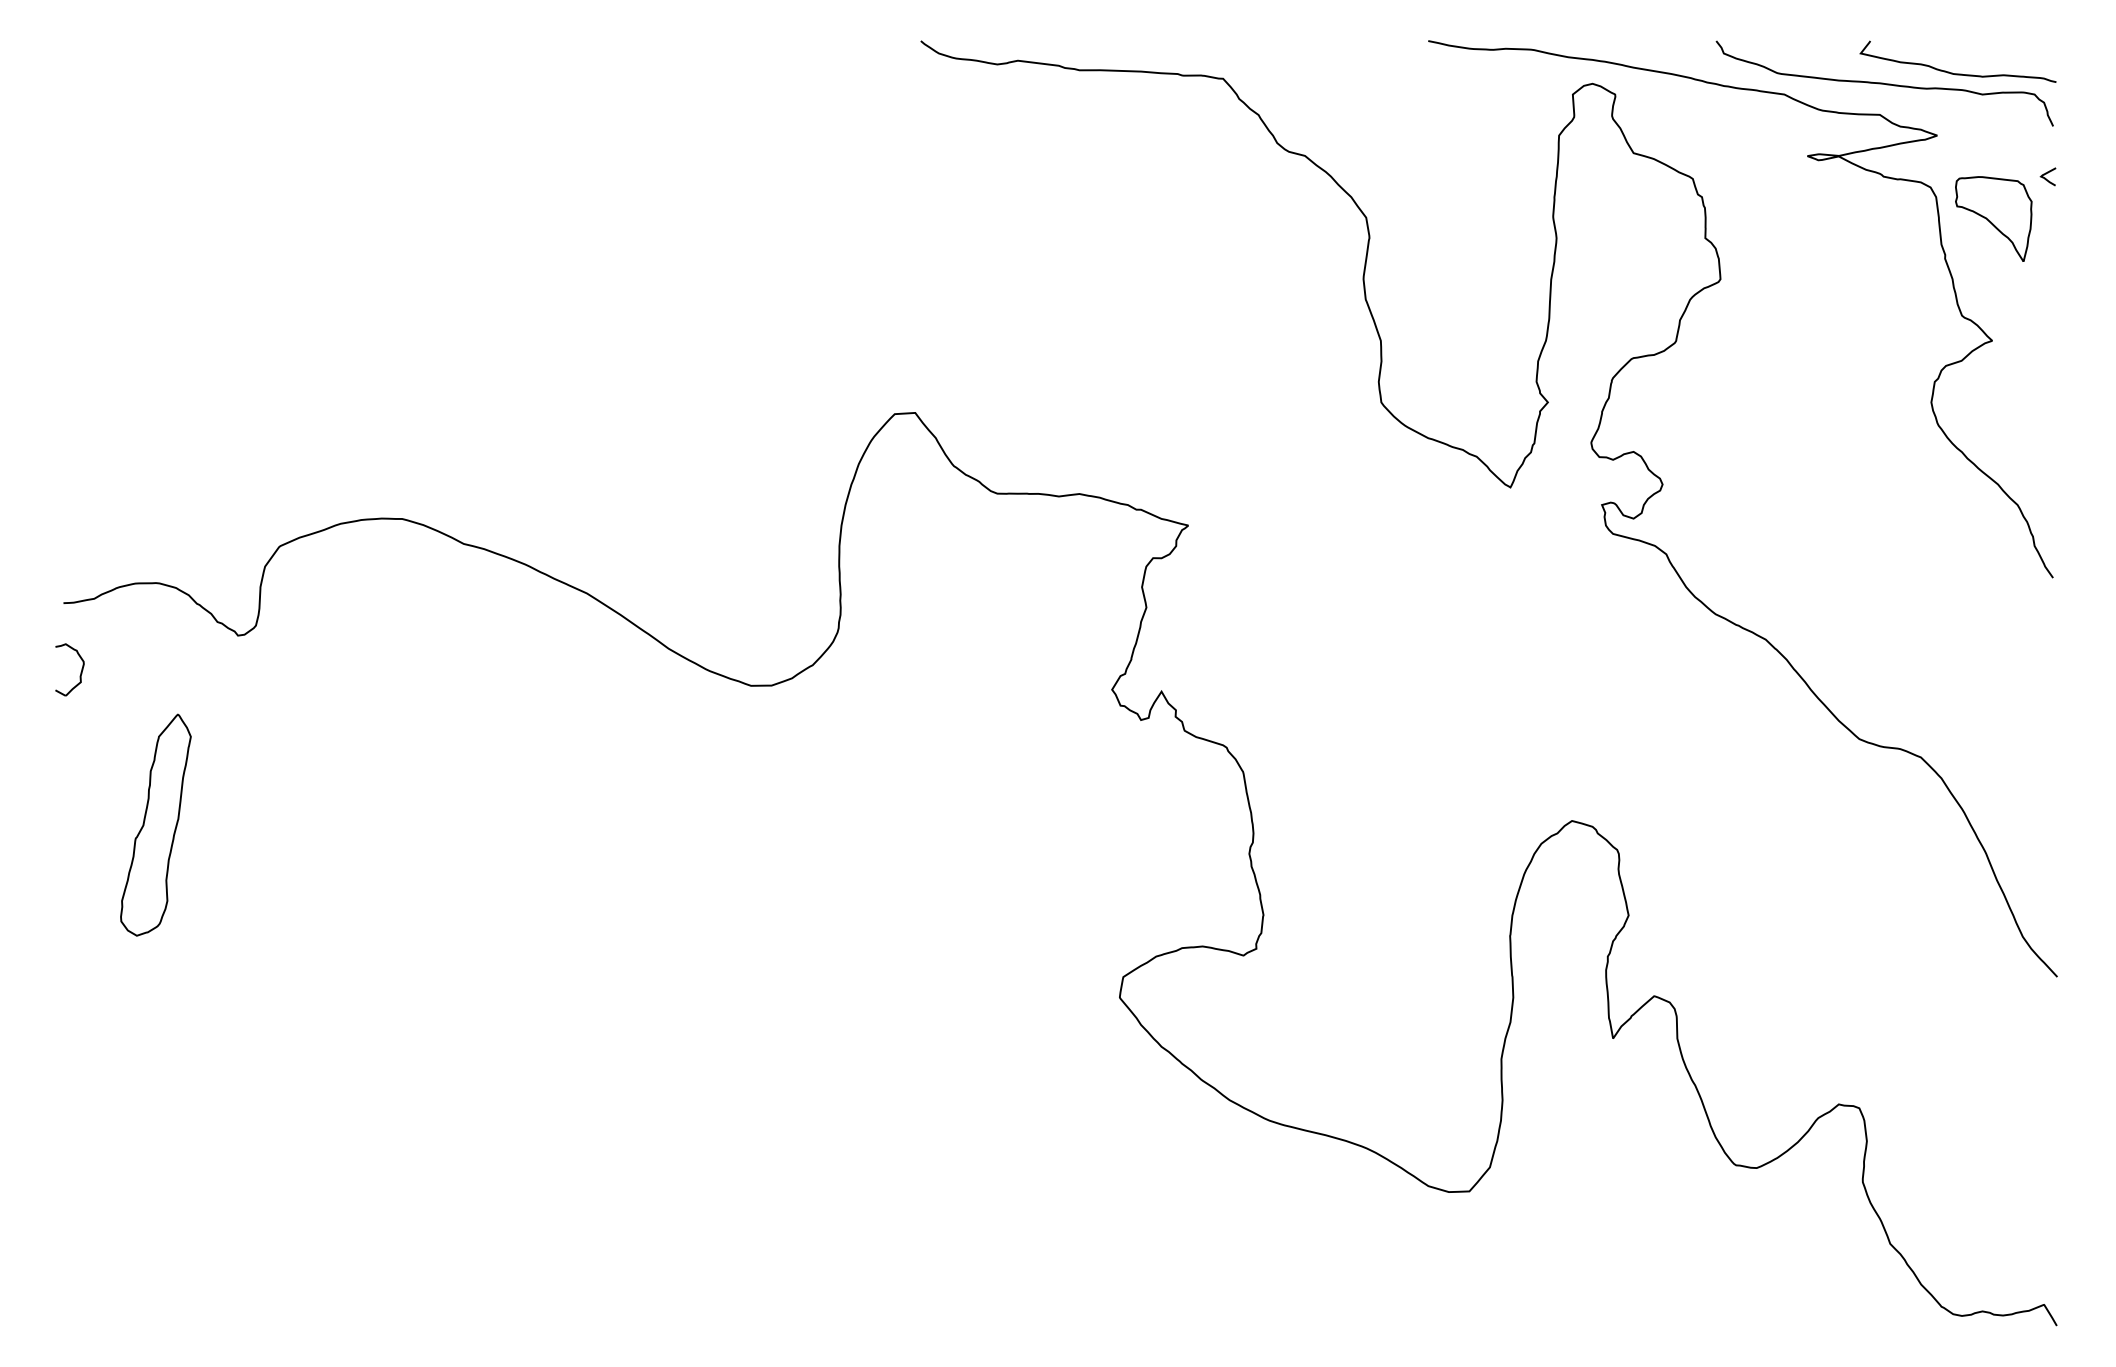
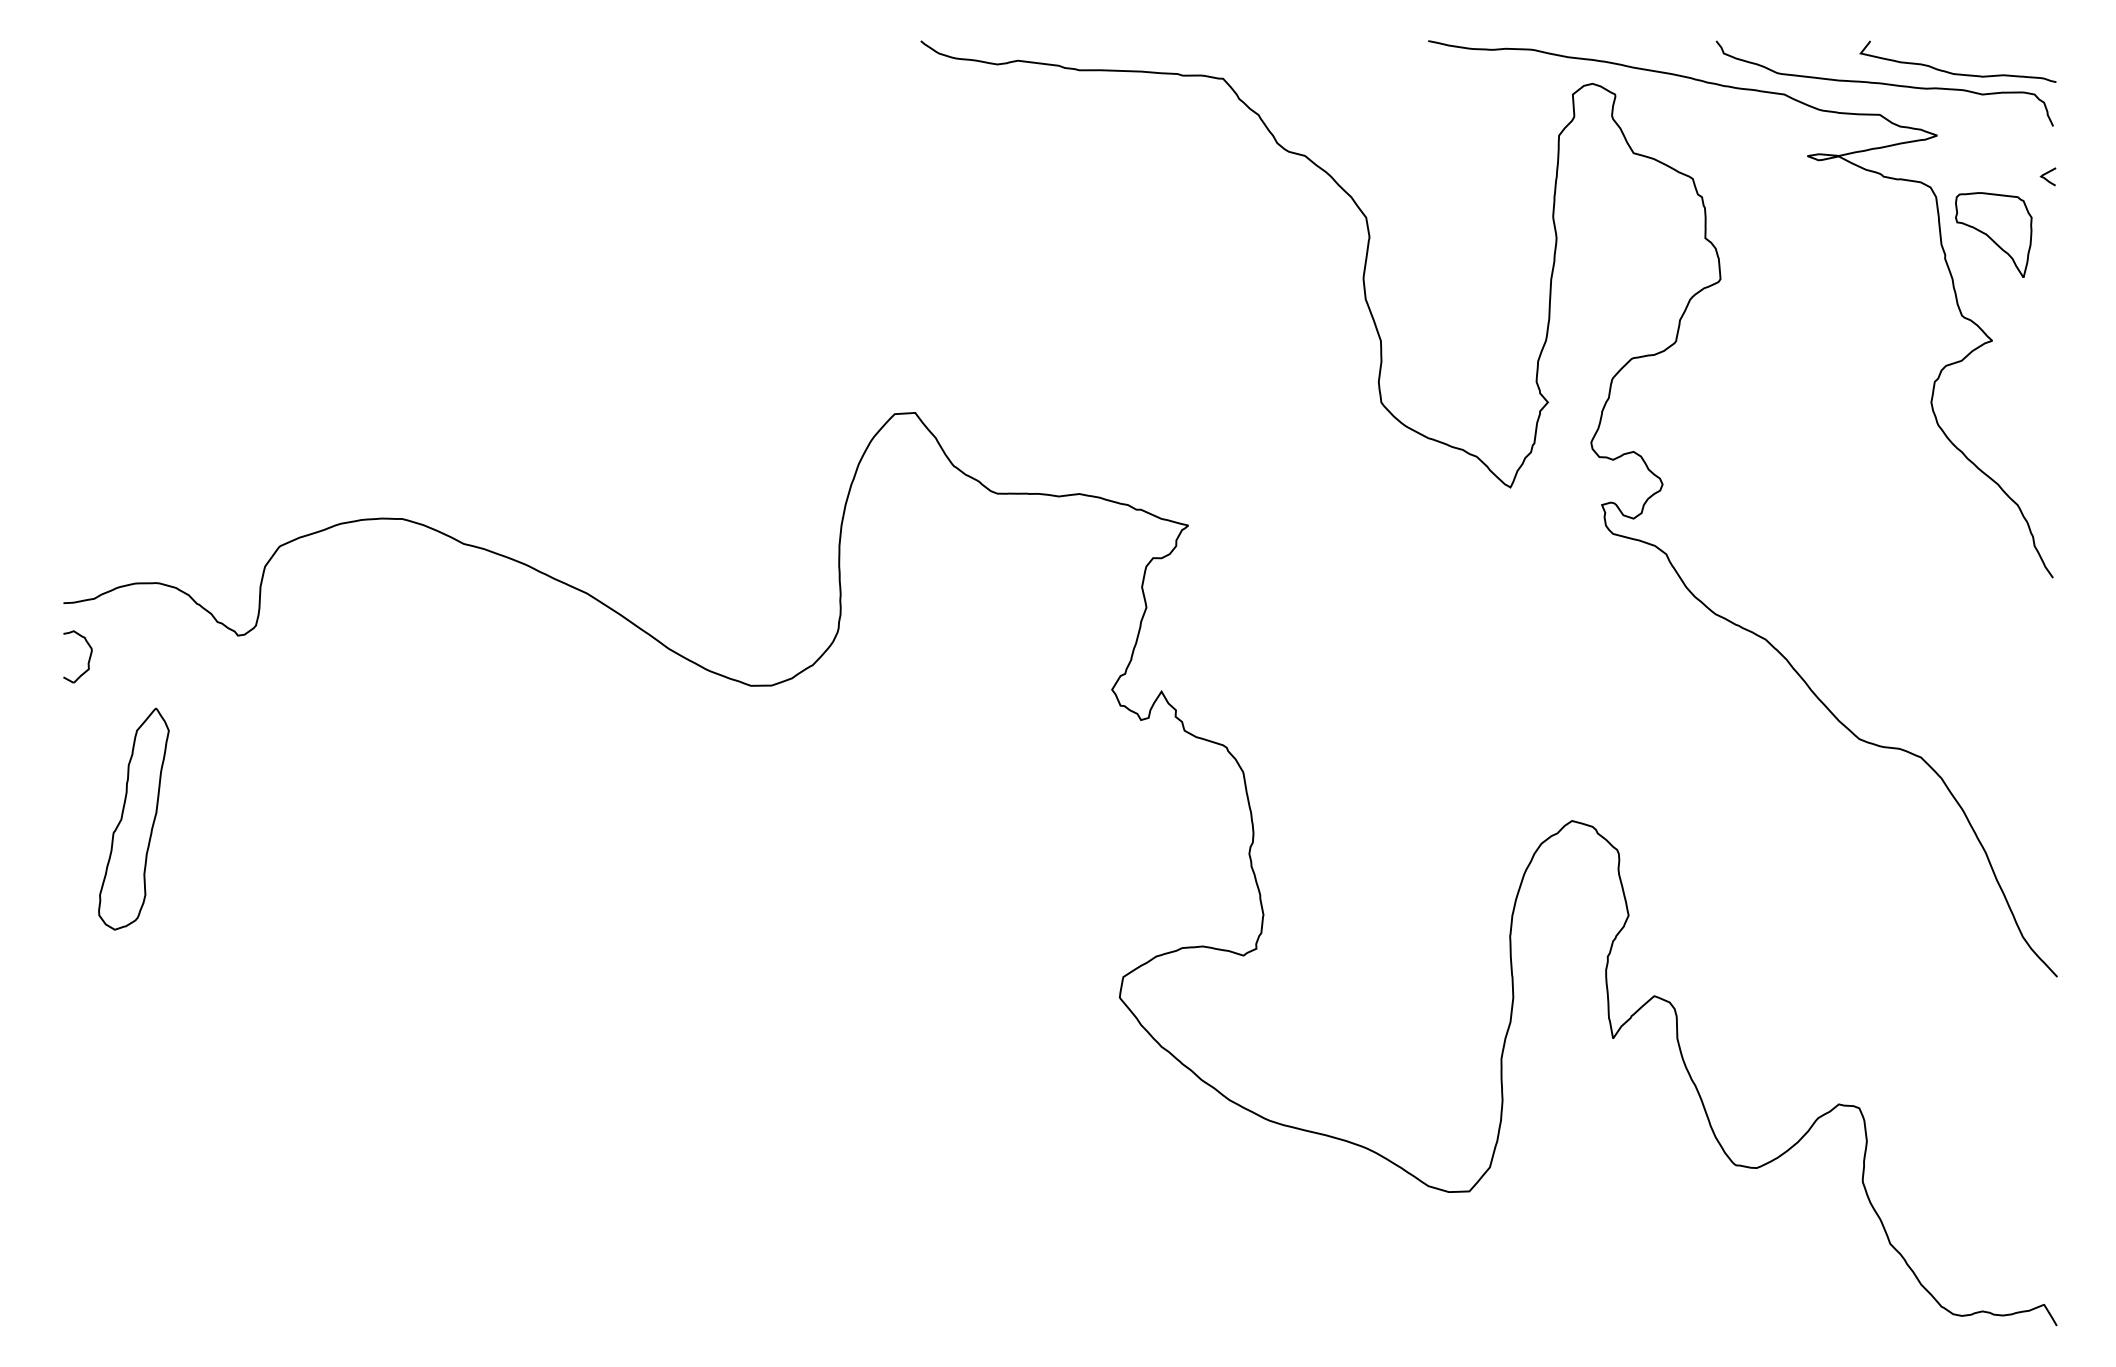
part at (1993, 218) position: (1993, 218) -> (1993, 234)
part at (80, 672) position: (80, 672) -> (88, 659)
part at (155, 824) position: (155, 824) -> (133, 818)
